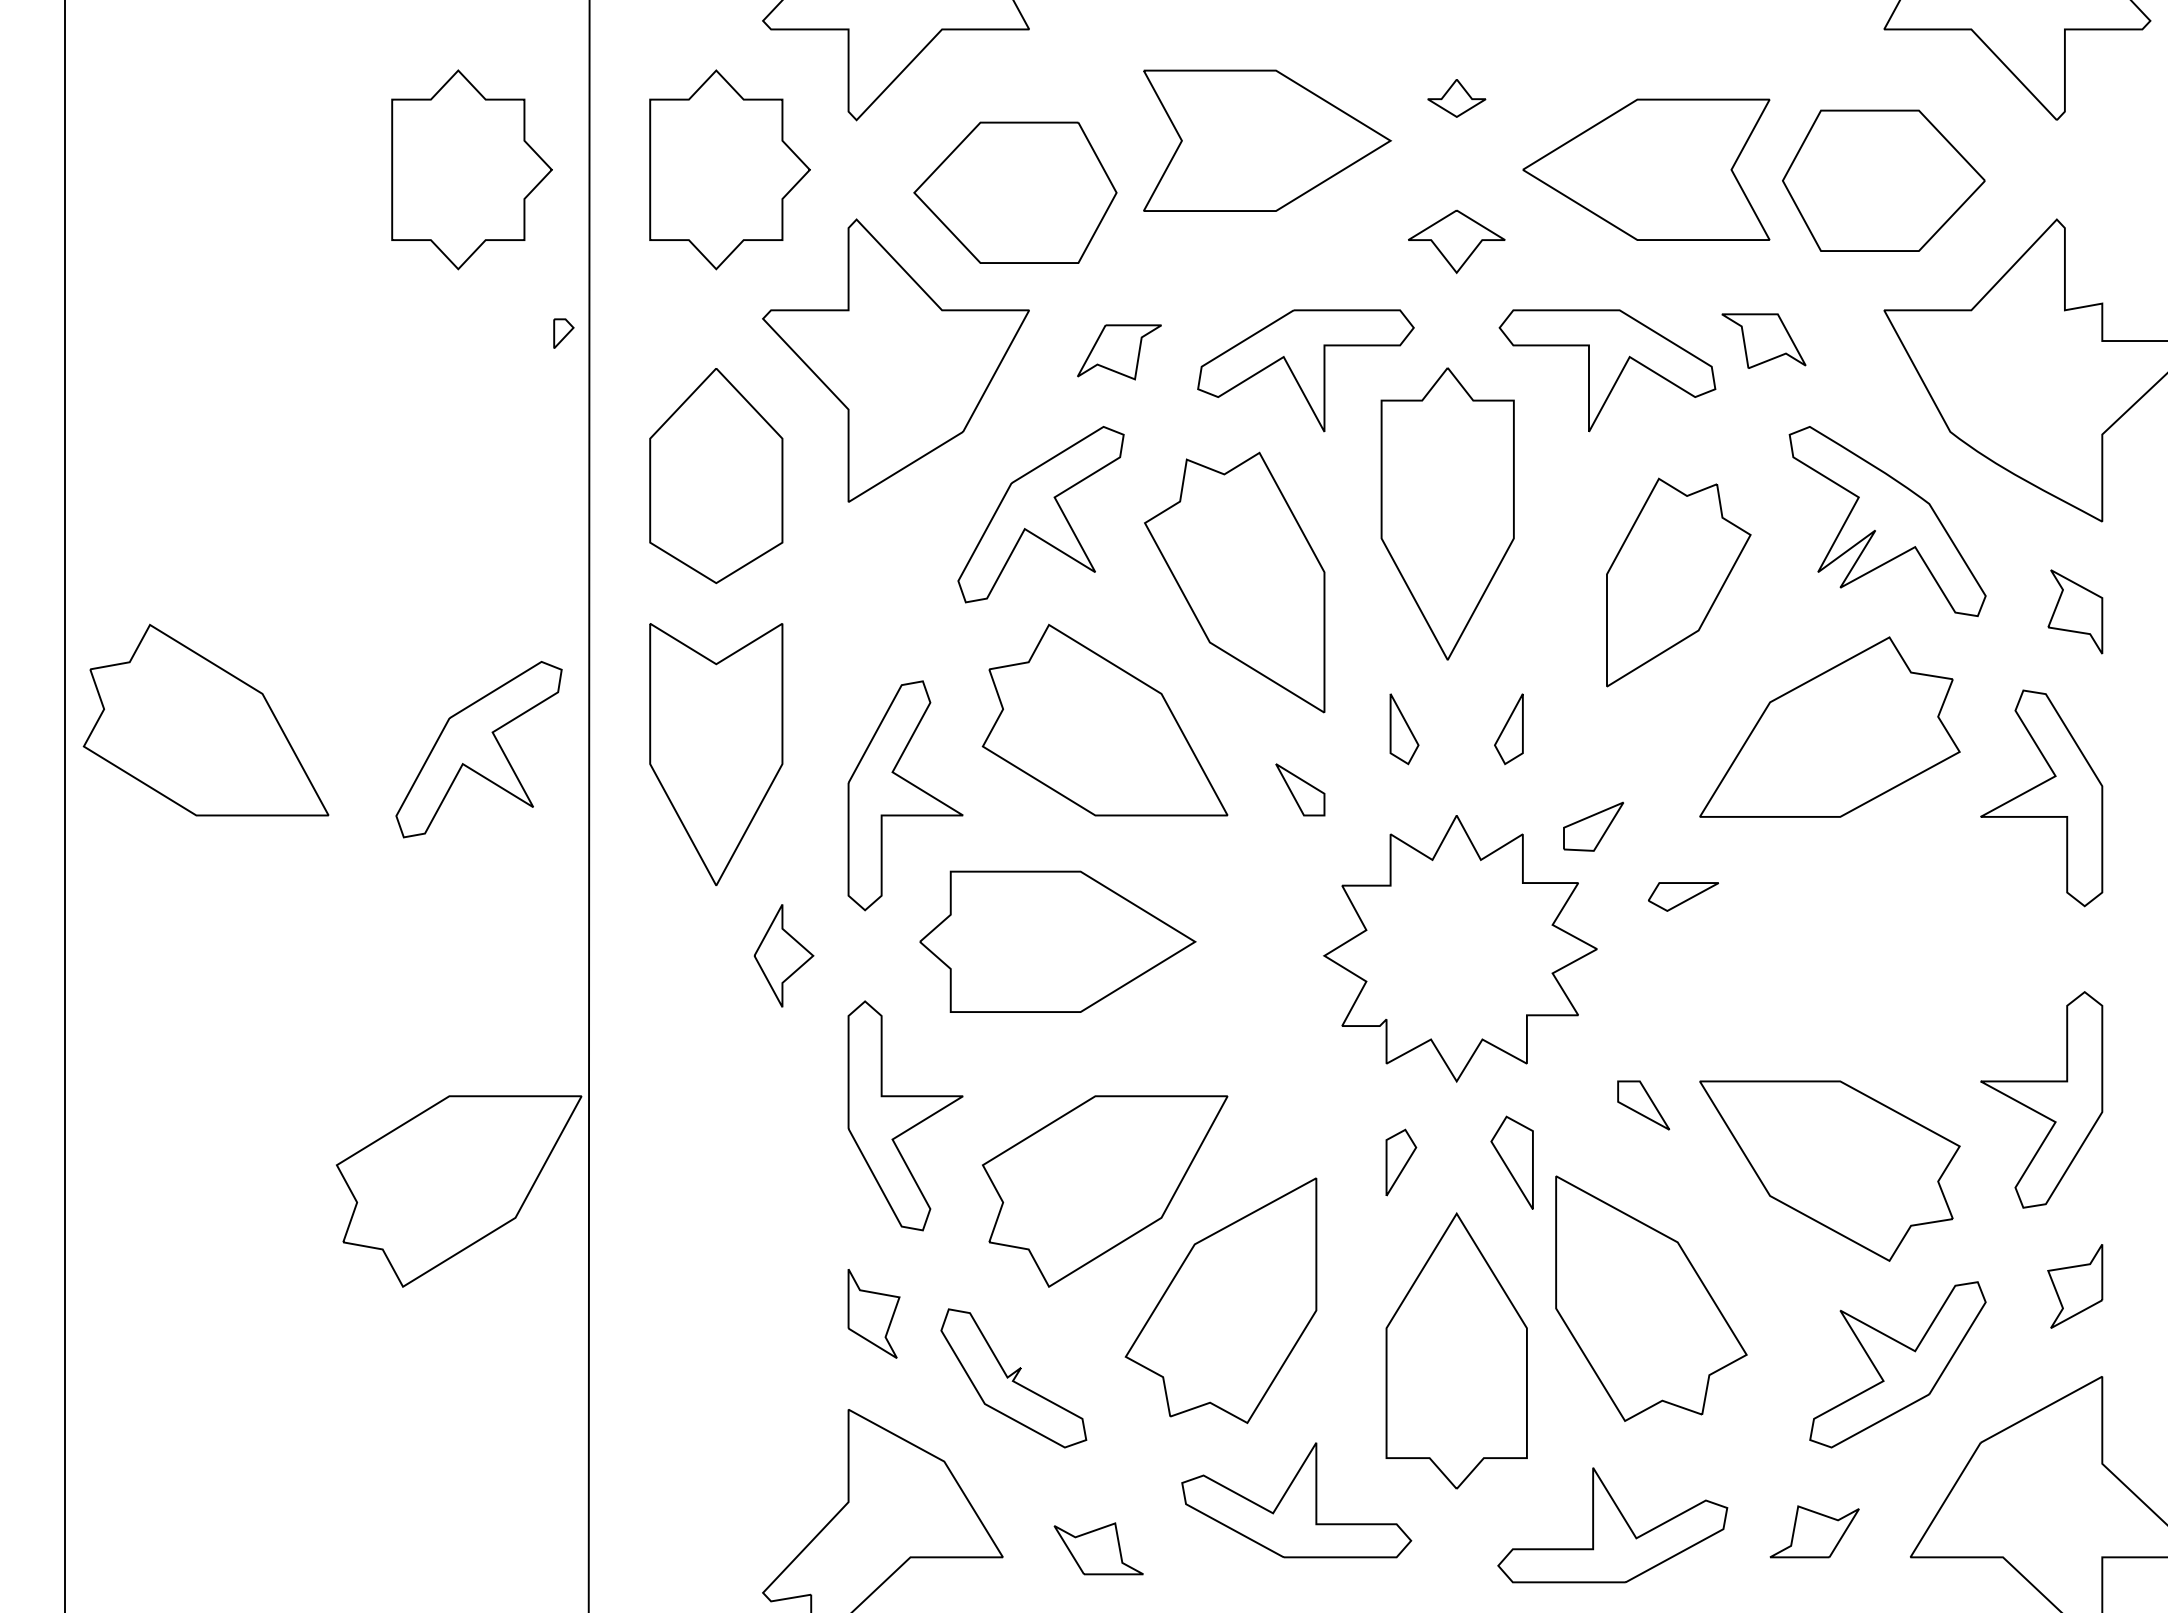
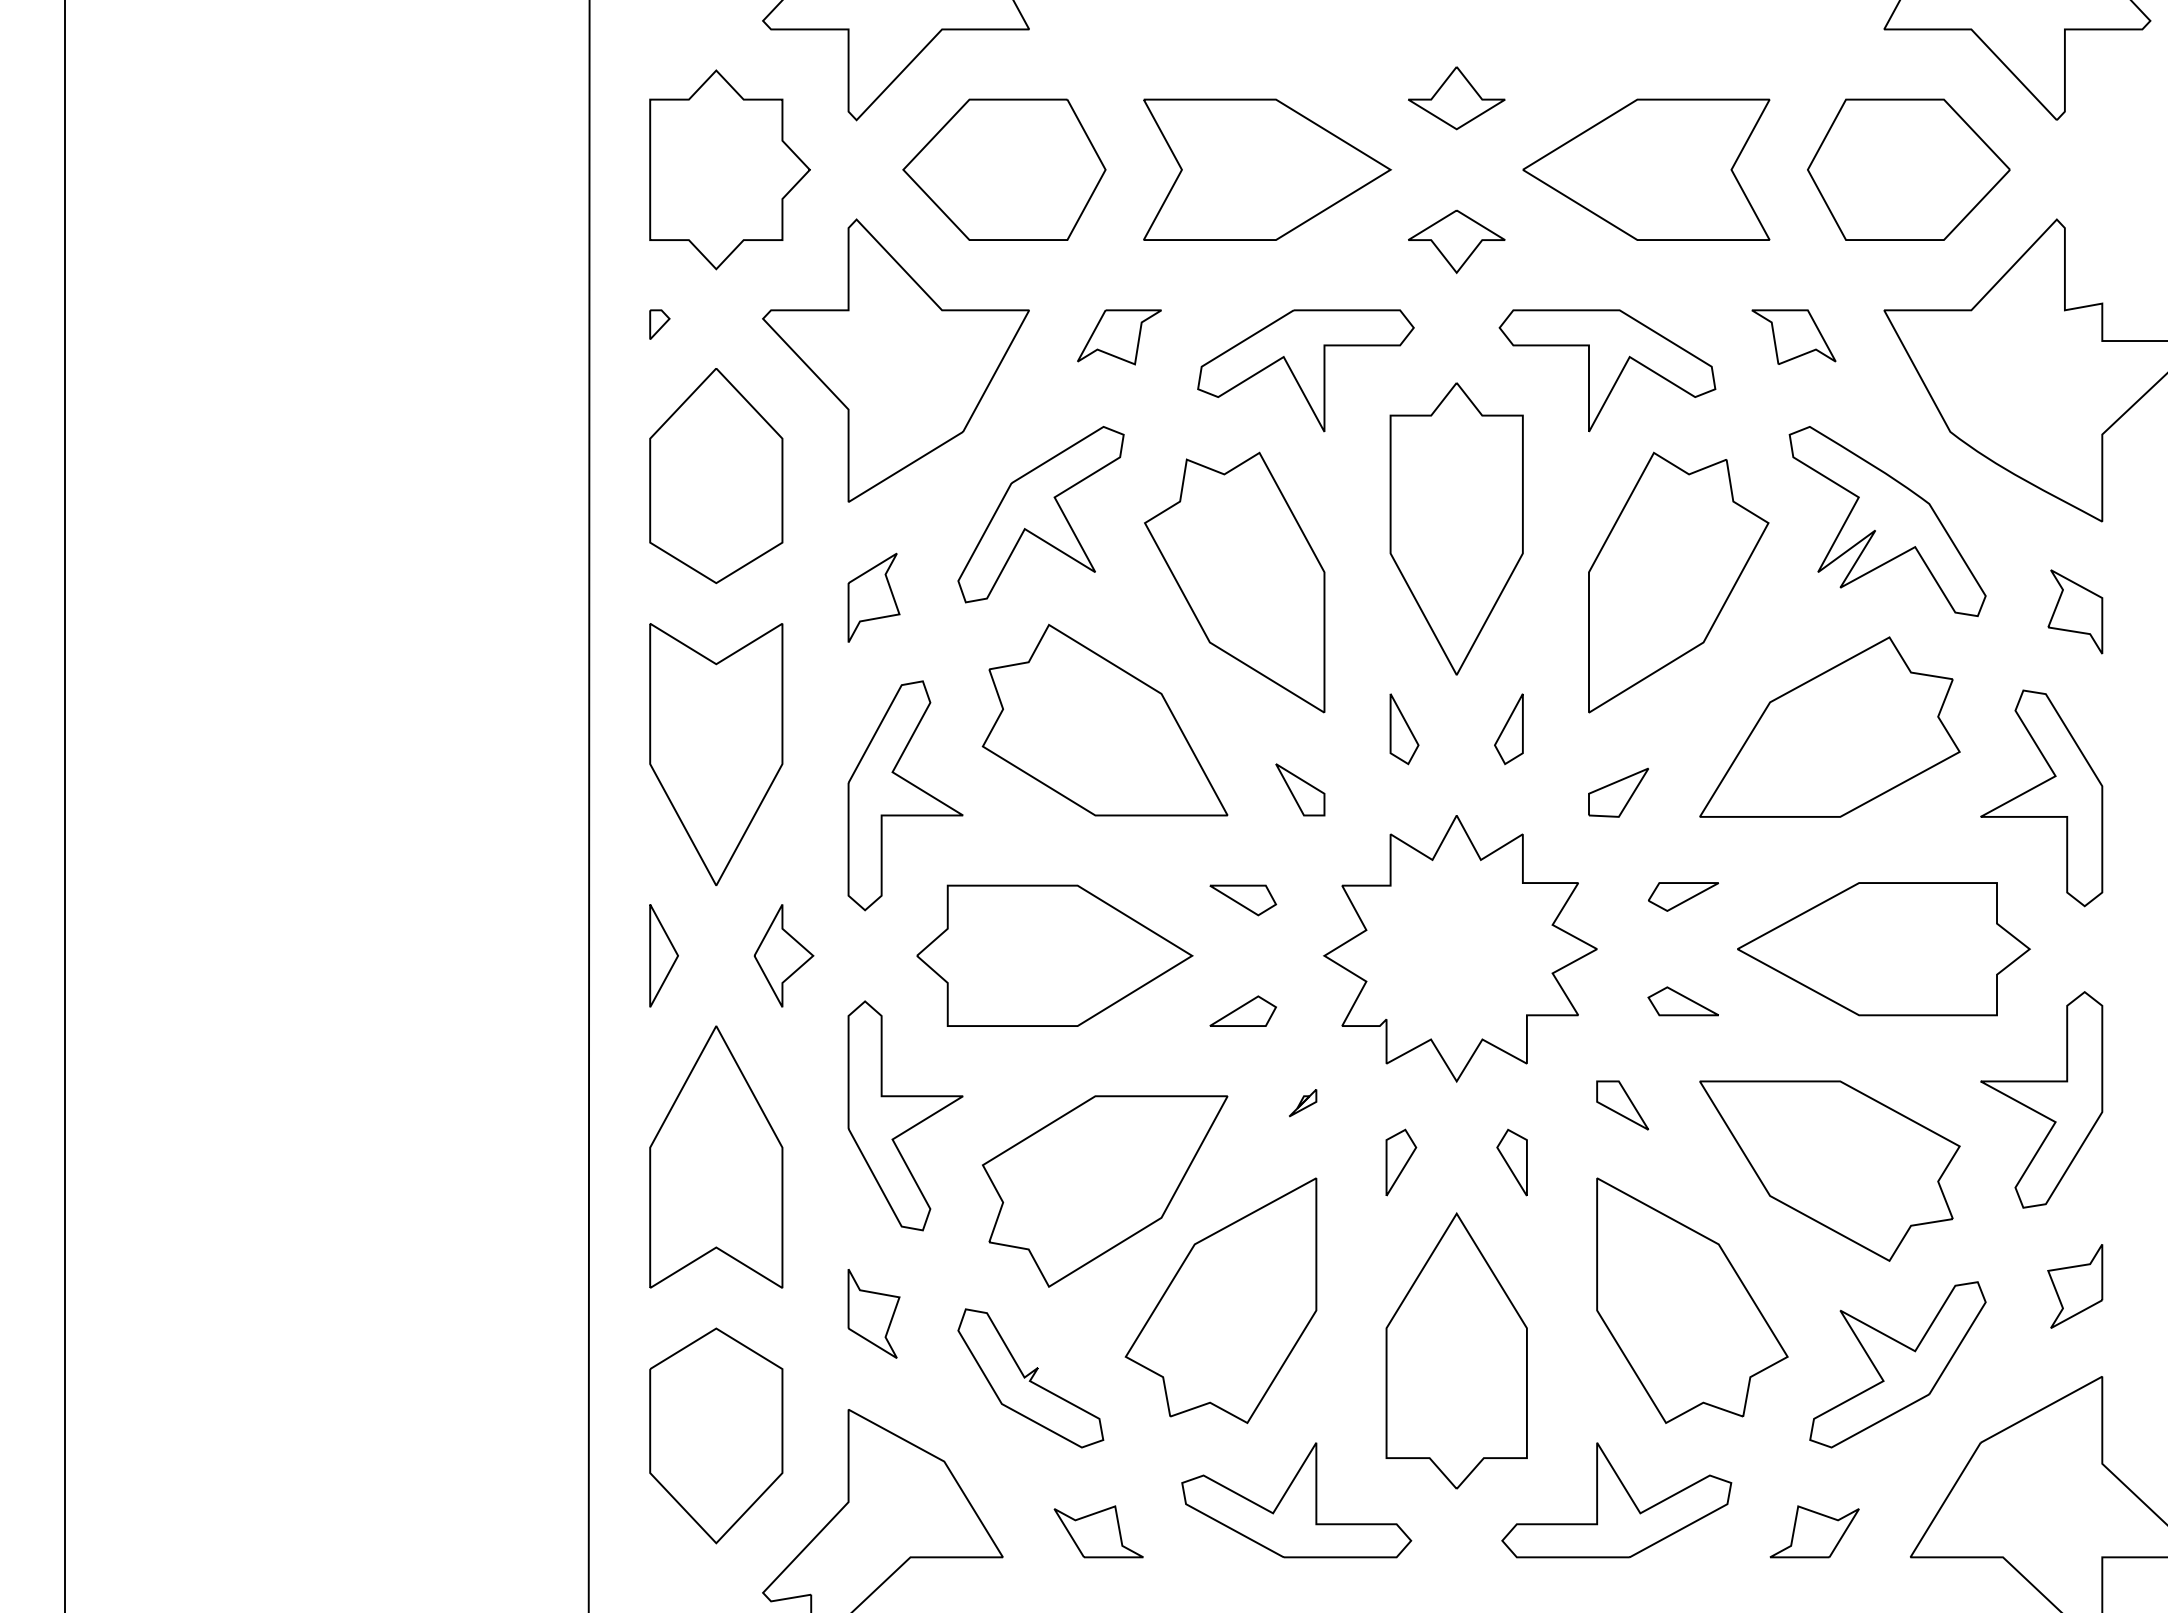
part at (1456, 98) size: 60x39 px -> 98x65 px
part at (1267, 140) position: (1267, 140) -> (1267, 169)
part at (471, 169): present -> none
part at (1883, 180) position: (1883, 180) -> (1908, 169)
part at (1015, 192) position: (1015, 192) -> (1004, 169)
part at (563, 333) position: (563, 333) -> (659, 324)
part at (1763, 340) position: (1763, 340) -> (1793, 336)
part at (1119, 352) position: (1119, 352) -> (1119, 337)
part at (1447, 513) position: (1447, 513) -> (1456, 528)
part at (1678, 582) size: 146x211 px -> 182x263 px
part at (873, 597): none -> present
part at (205, 719): present -> none
part at (478, 749): present -> none
part at (1593, 826) position: (1593, 826) -> (1618, 792)
part at (1243, 900): none -> present
part at (1057, 941) position: (1057, 941) -> (1054, 955)
part at (1883, 949): none -> present
part at (663, 955): none -> present
part at (1682, 1001): none -> present
part at (1242, 1010): none -> present
part at (1303, 1103): none -> present
part at (1643, 1105) position: (1643, 1105) -> (1622, 1105)
part at (716, 1156): none -> present
part at (1511, 1162) size: 44x95 px -> 32x69 px
part at (459, 1191): present -> none
part at (1651, 1298) position: (1651, 1298) -> (1692, 1300)
part at (1013, 1378) position: (1013, 1378) -> (1030, 1378)
part at (716, 1435): none -> present
part at (1612, 1525) position: (1612, 1525) -> (1616, 1500)
part at (1098, 1548) position: (1098, 1548) -> (1098, 1531)
